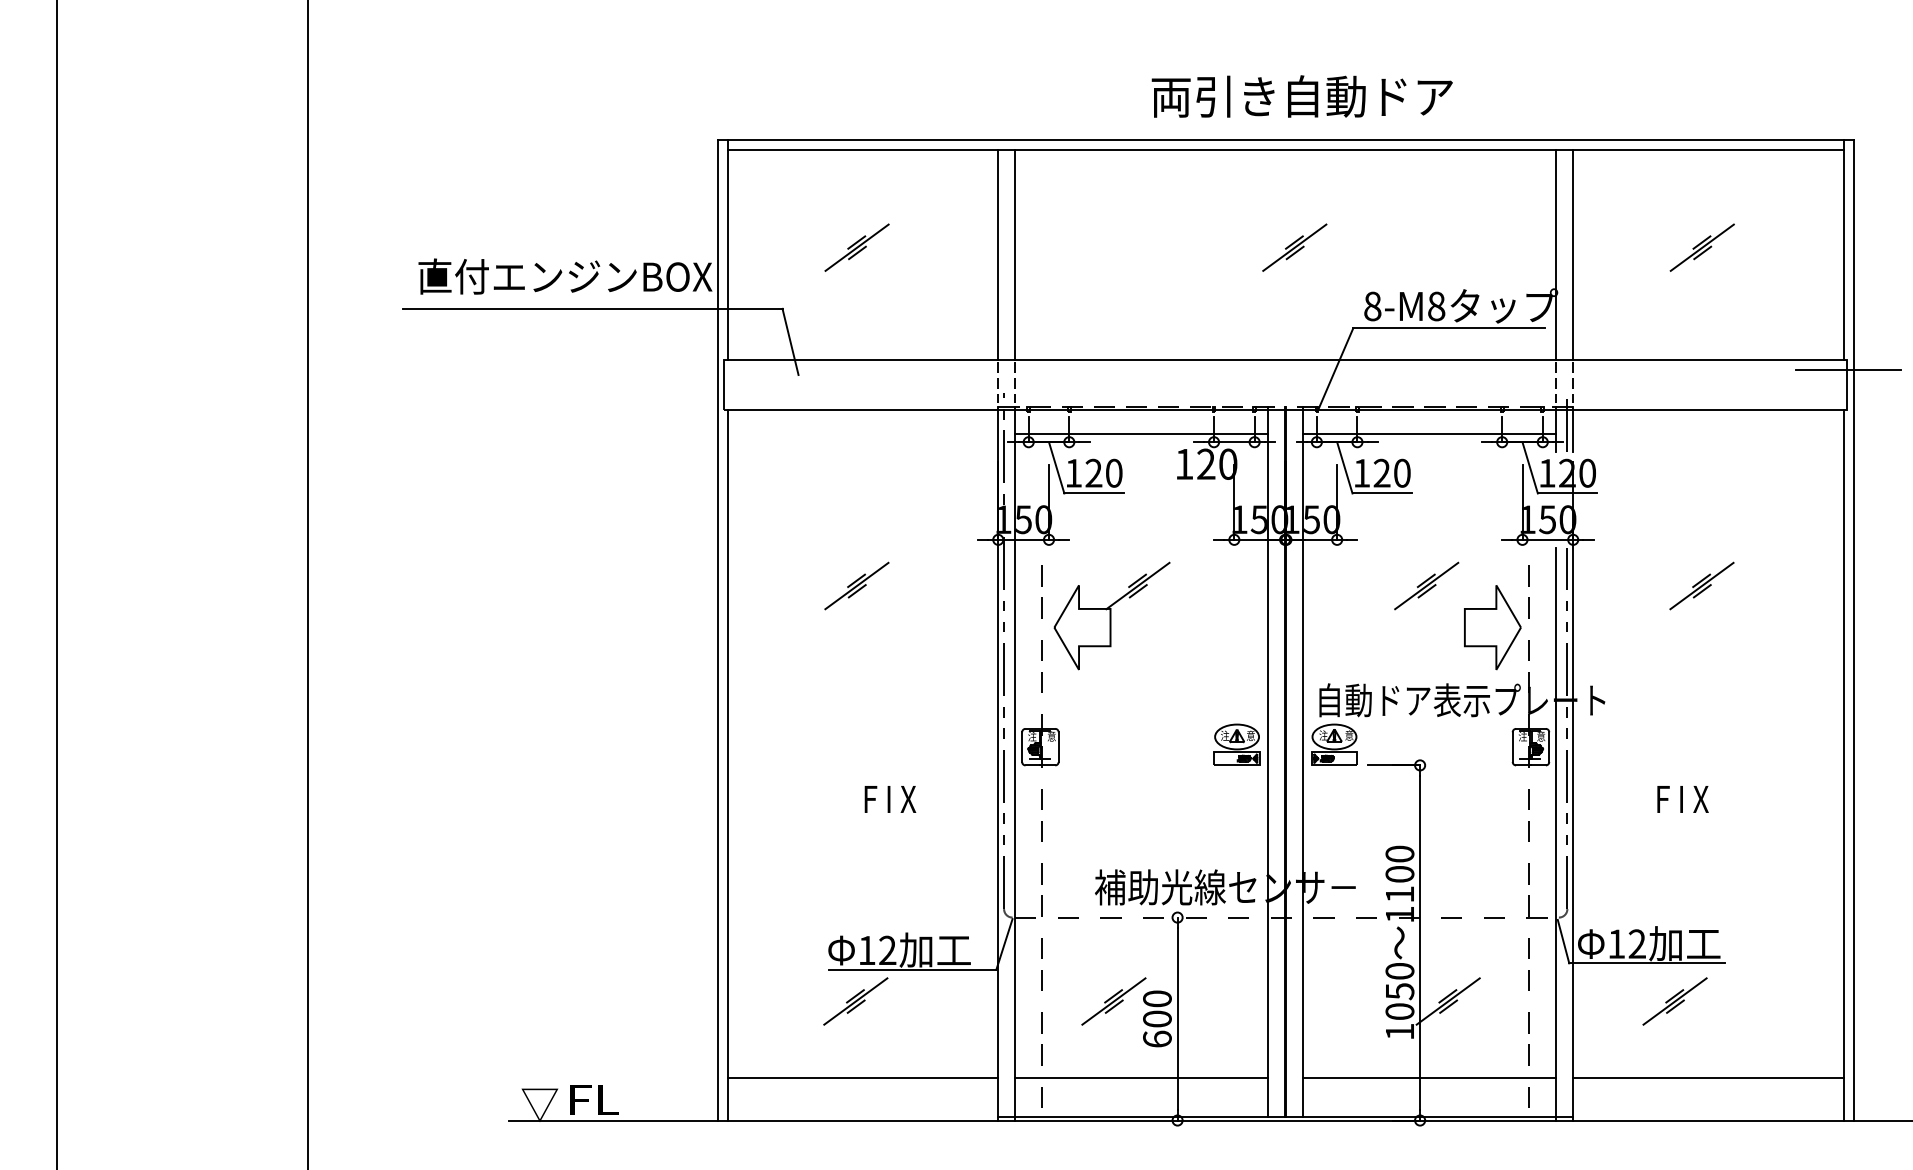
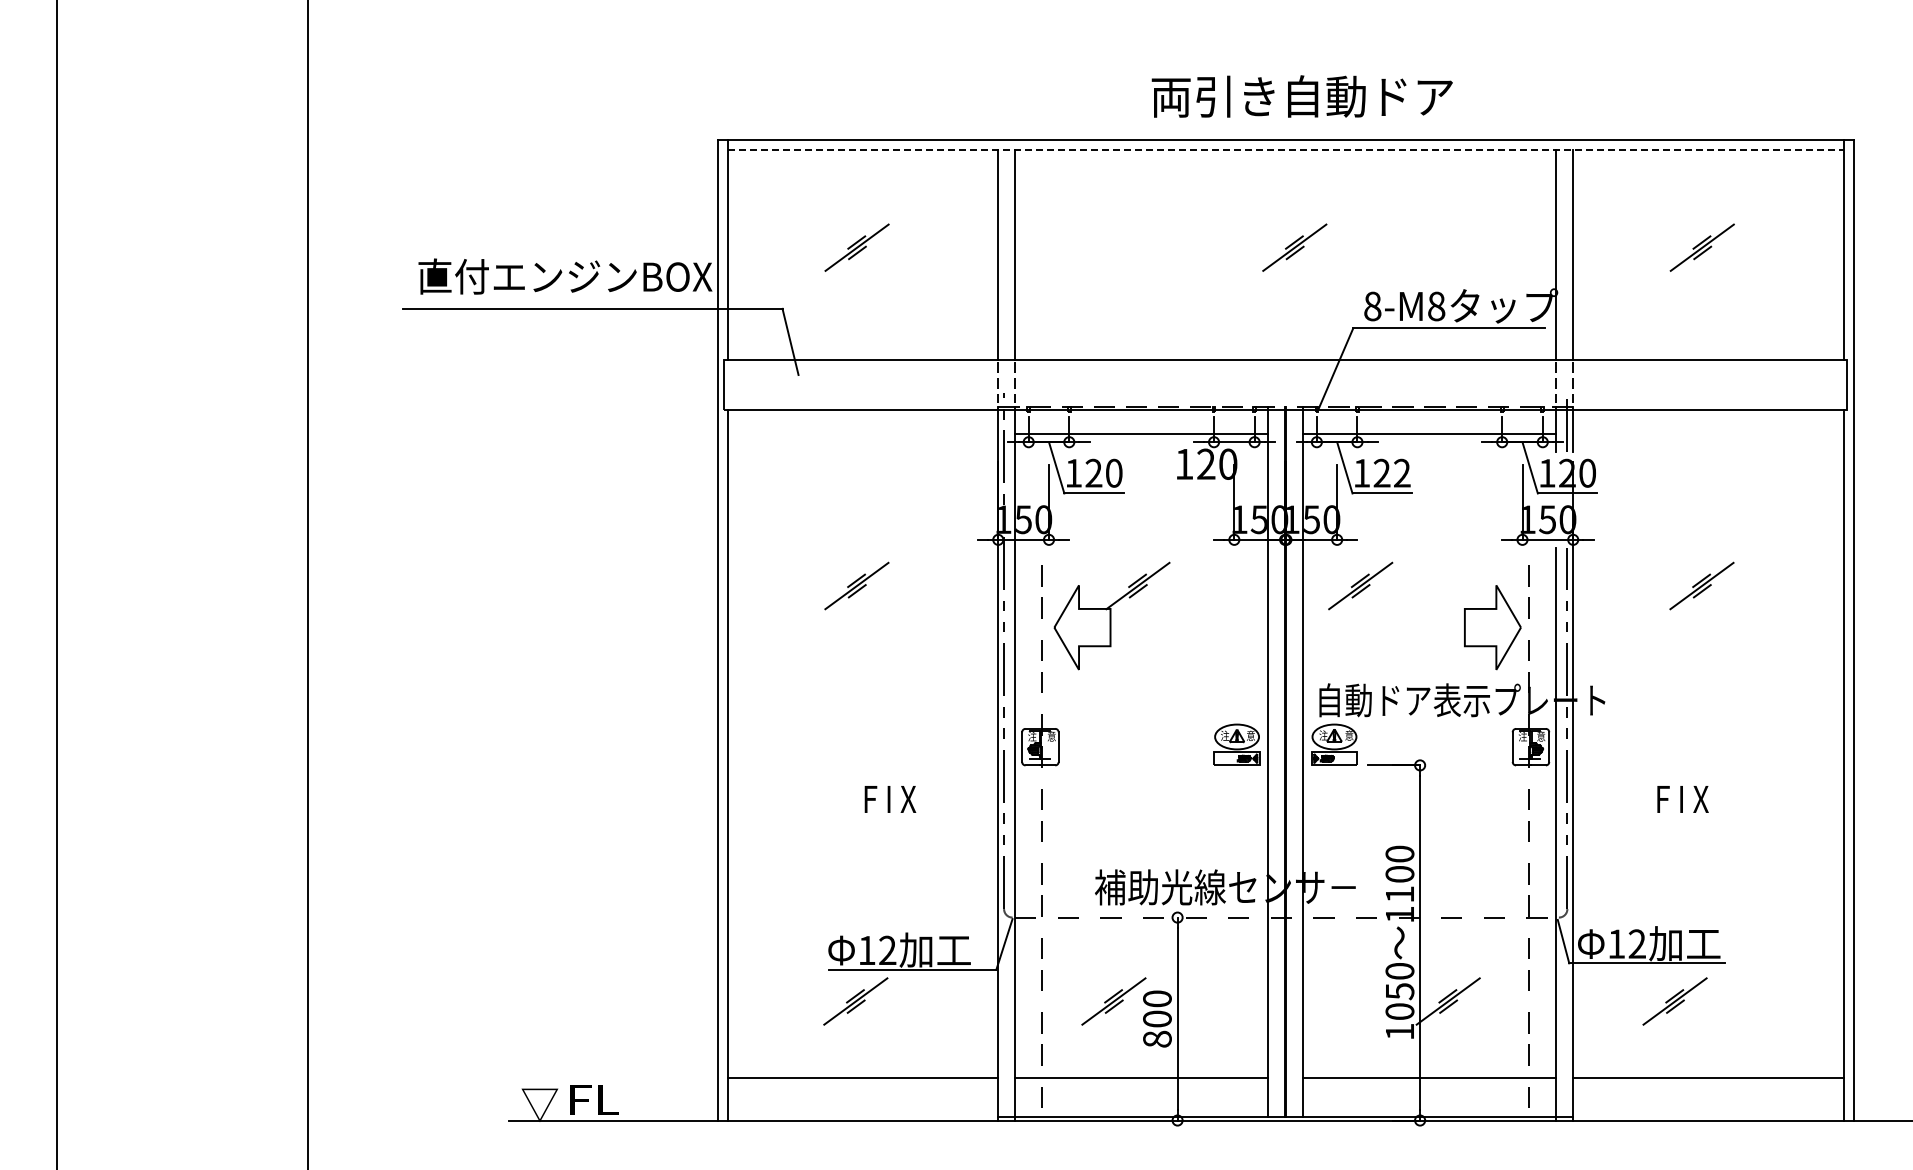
line at (1286, 149): solid -> dashed
line at (1848, 370): present -> none
text at (1402, 472): 120 -> 122
part at (1426, 585) position: (1426, 585) -> (1360, 585)
text at (1157, 1038): 600 -> 800
